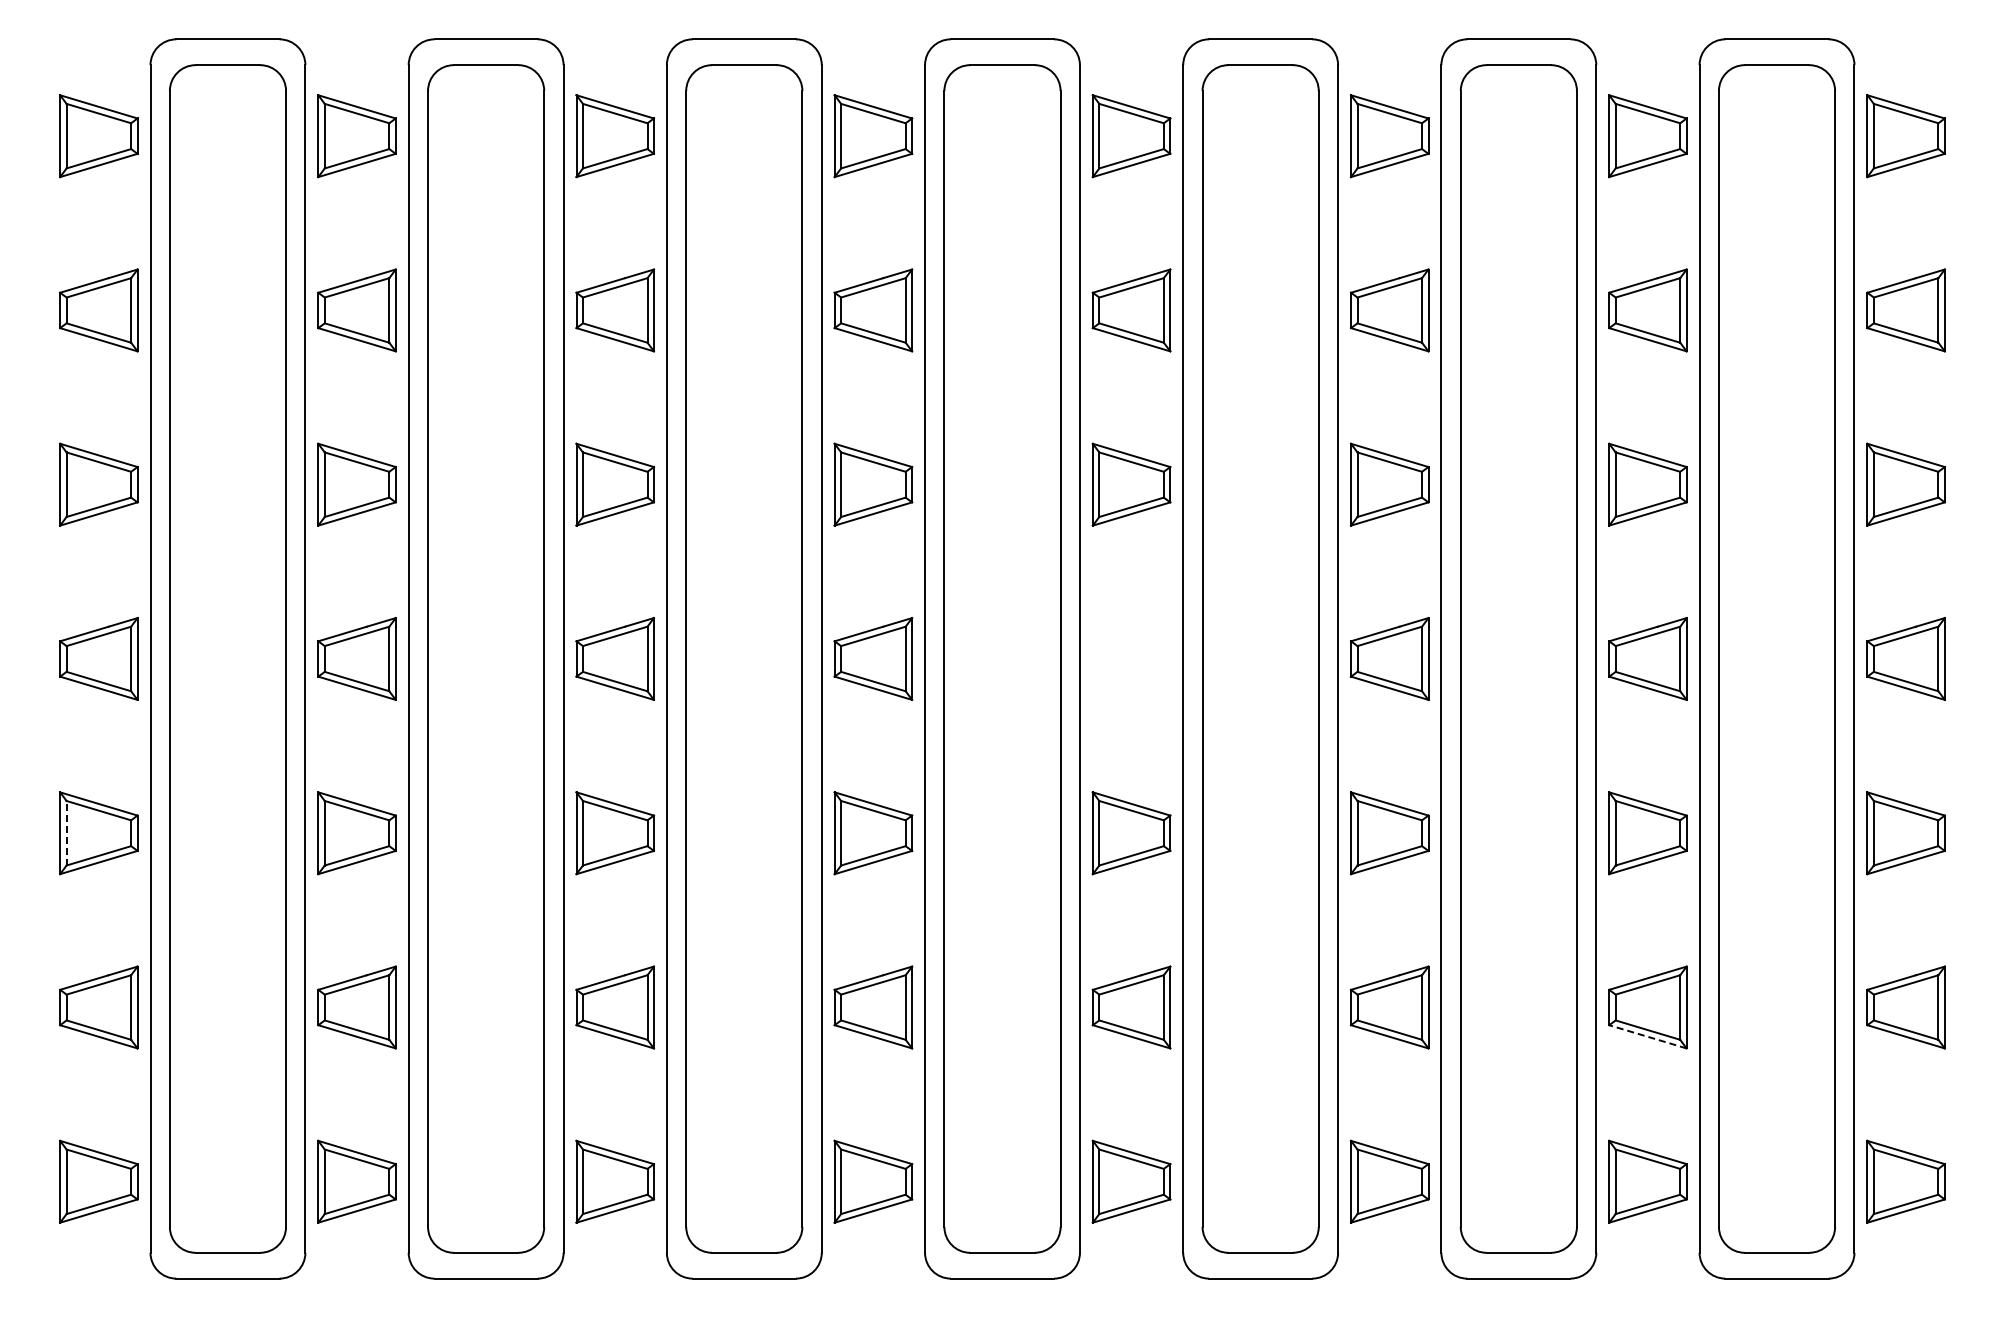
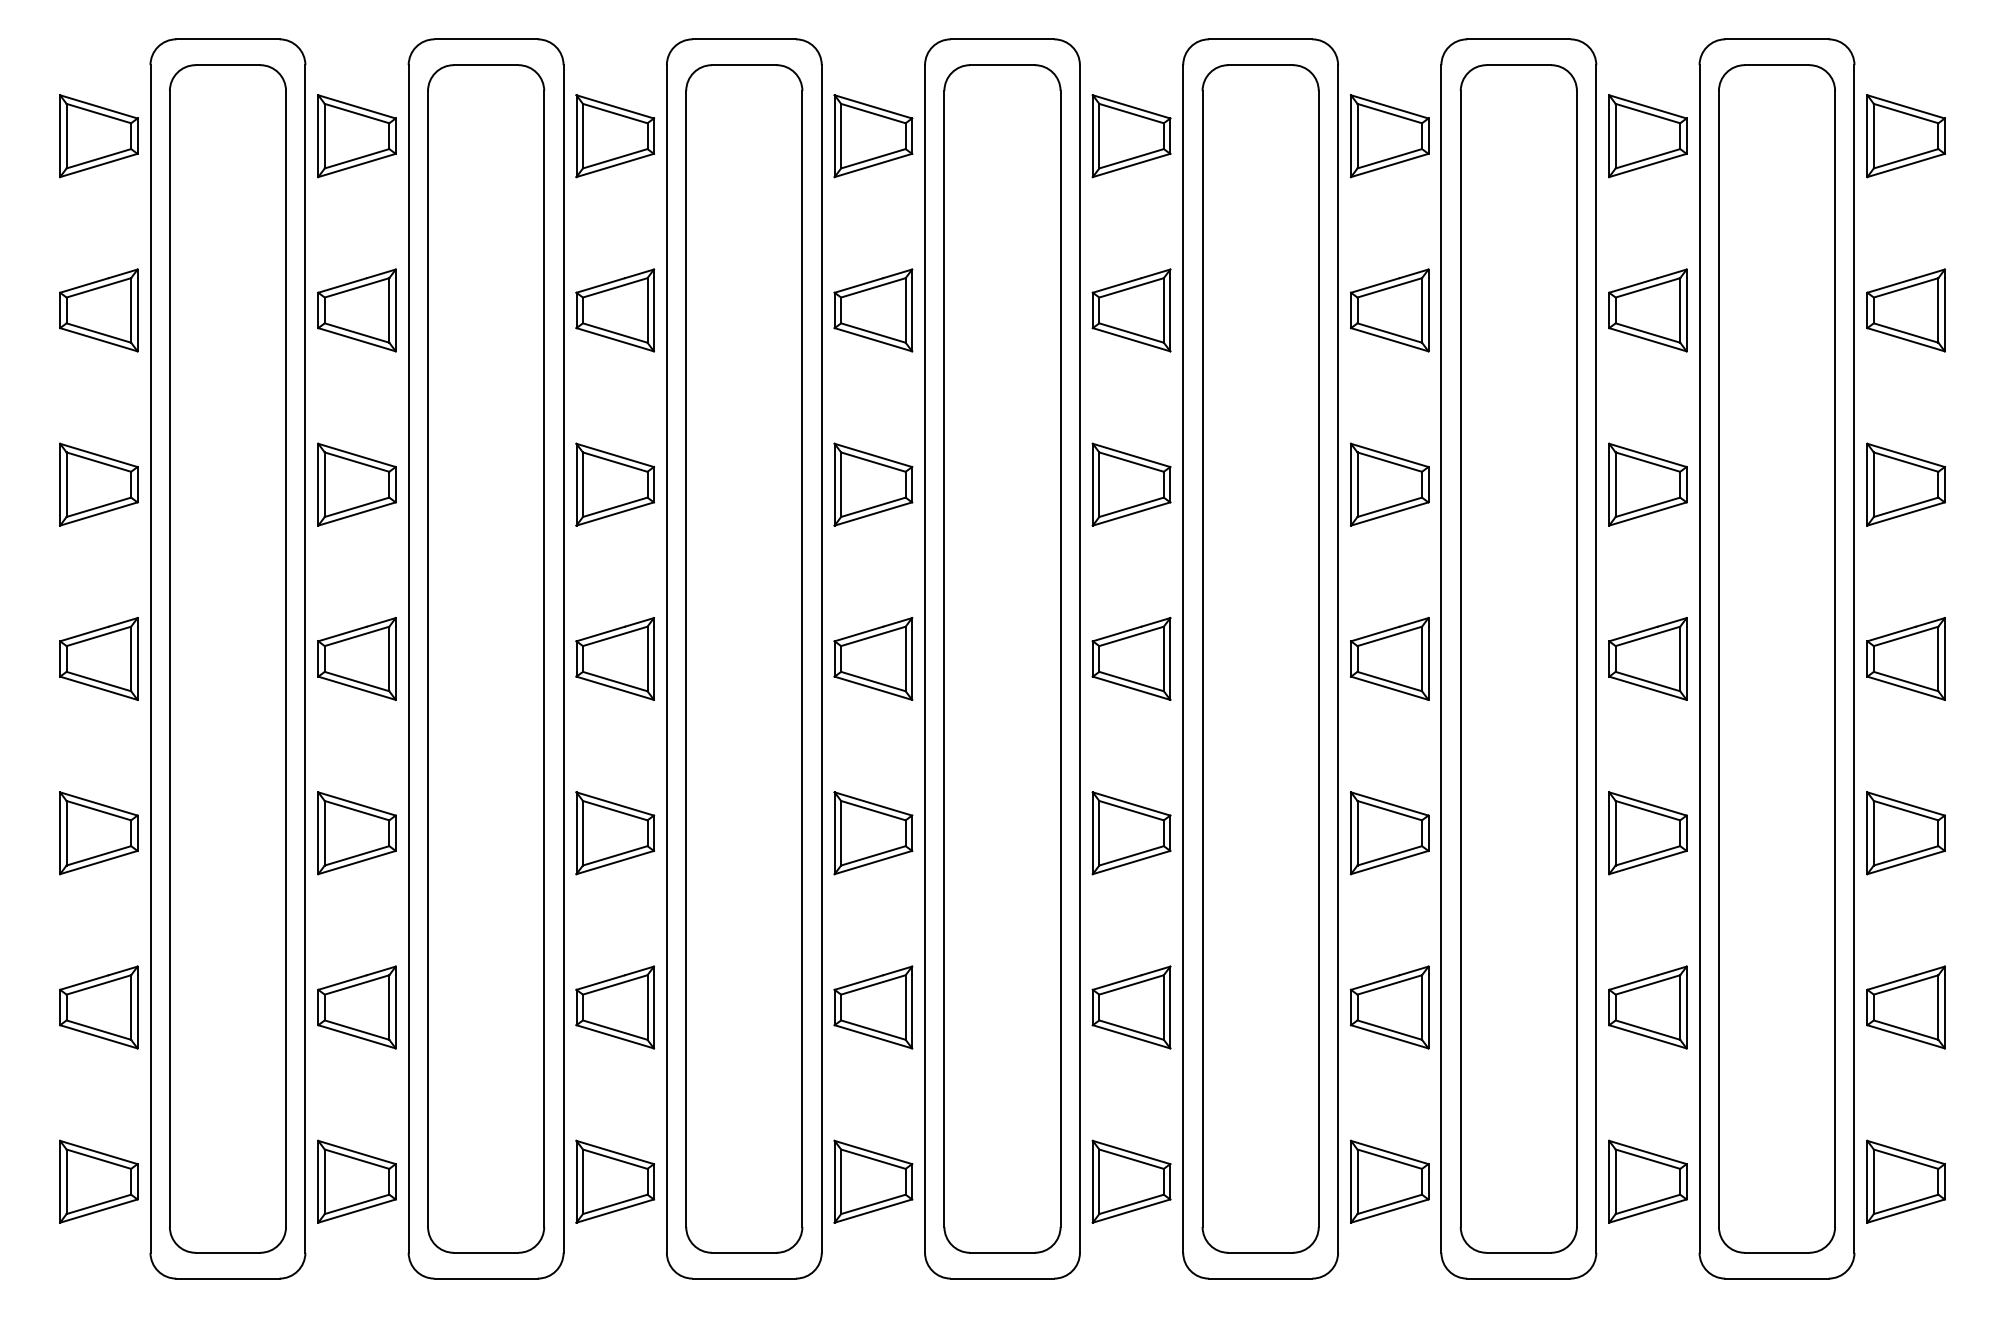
part at (1131, 658): none -> present
line at (66, 832): dashed -> solid
line at (1647, 1036): dashed -> solid
